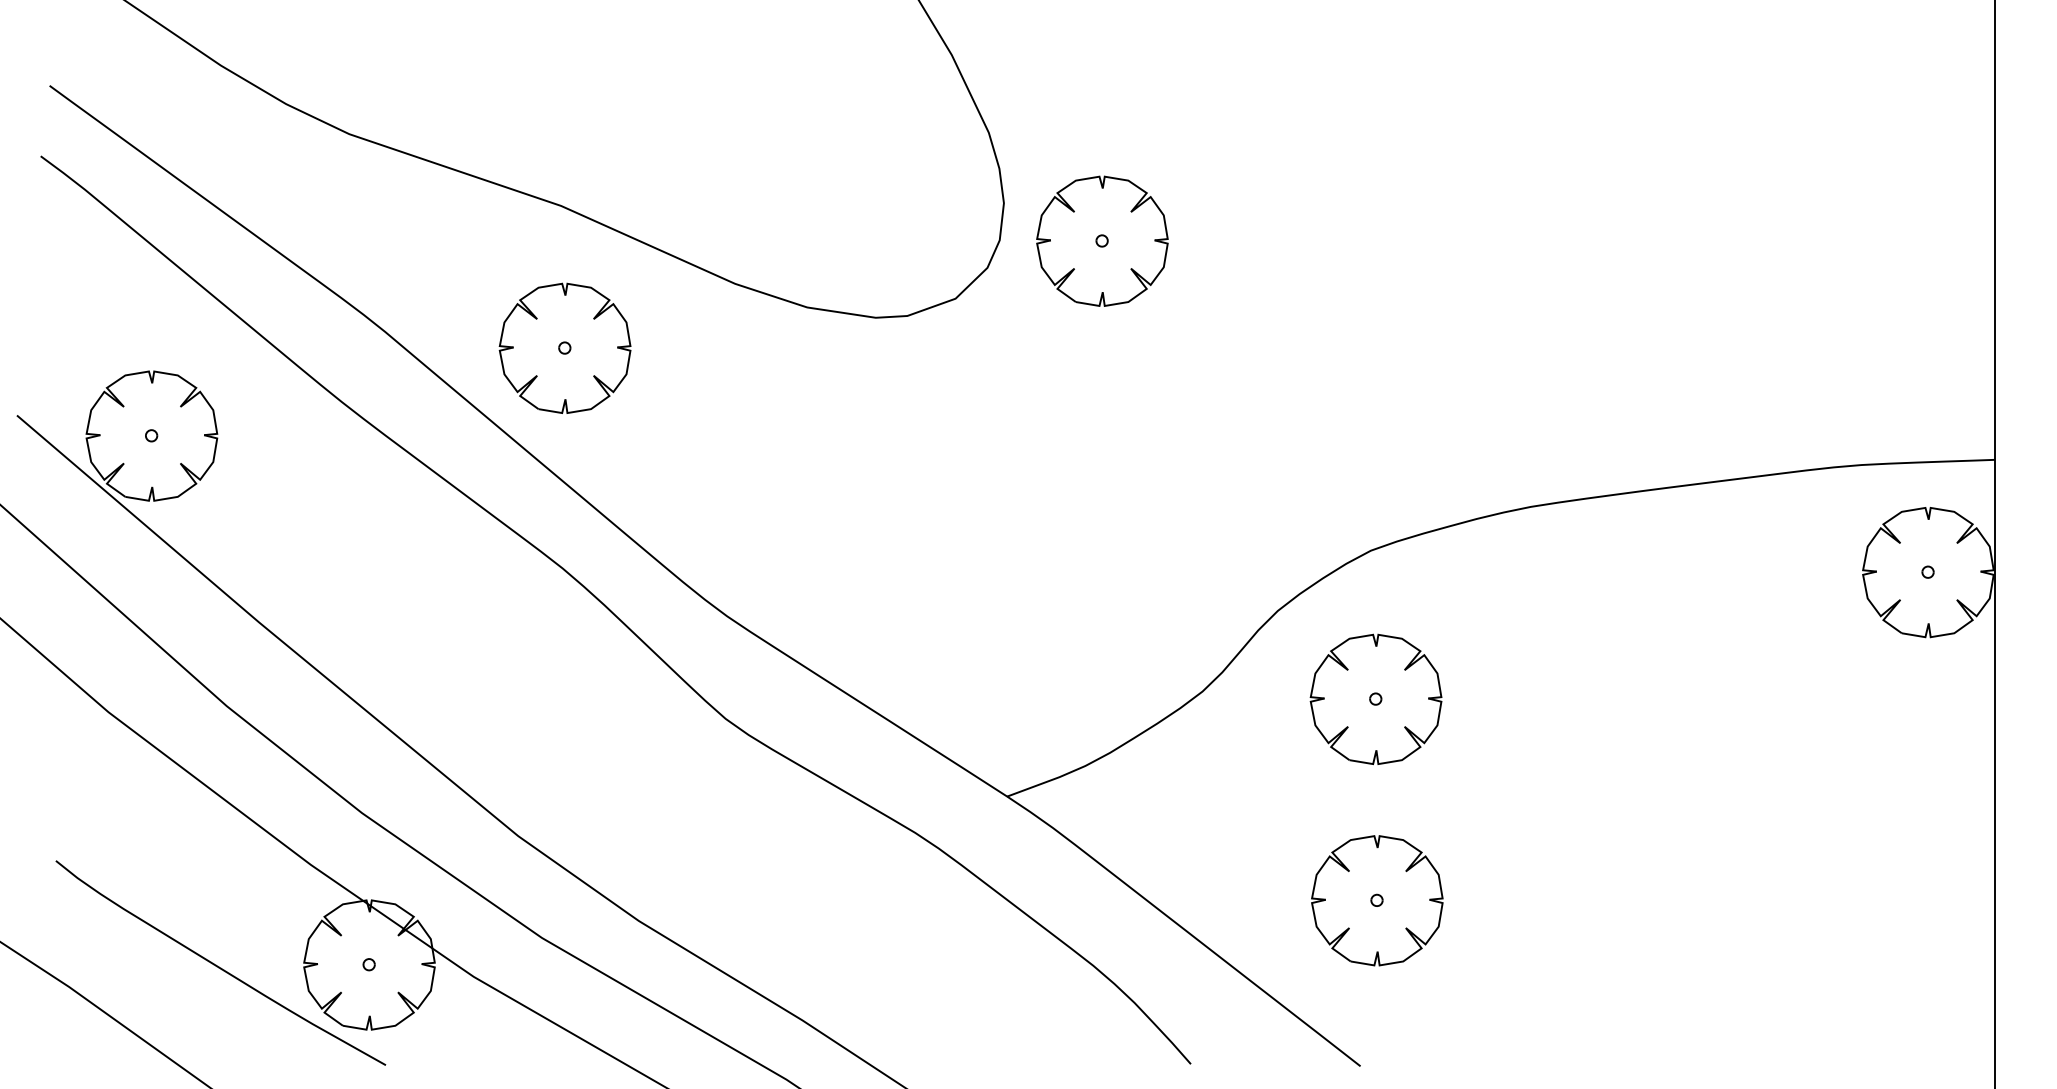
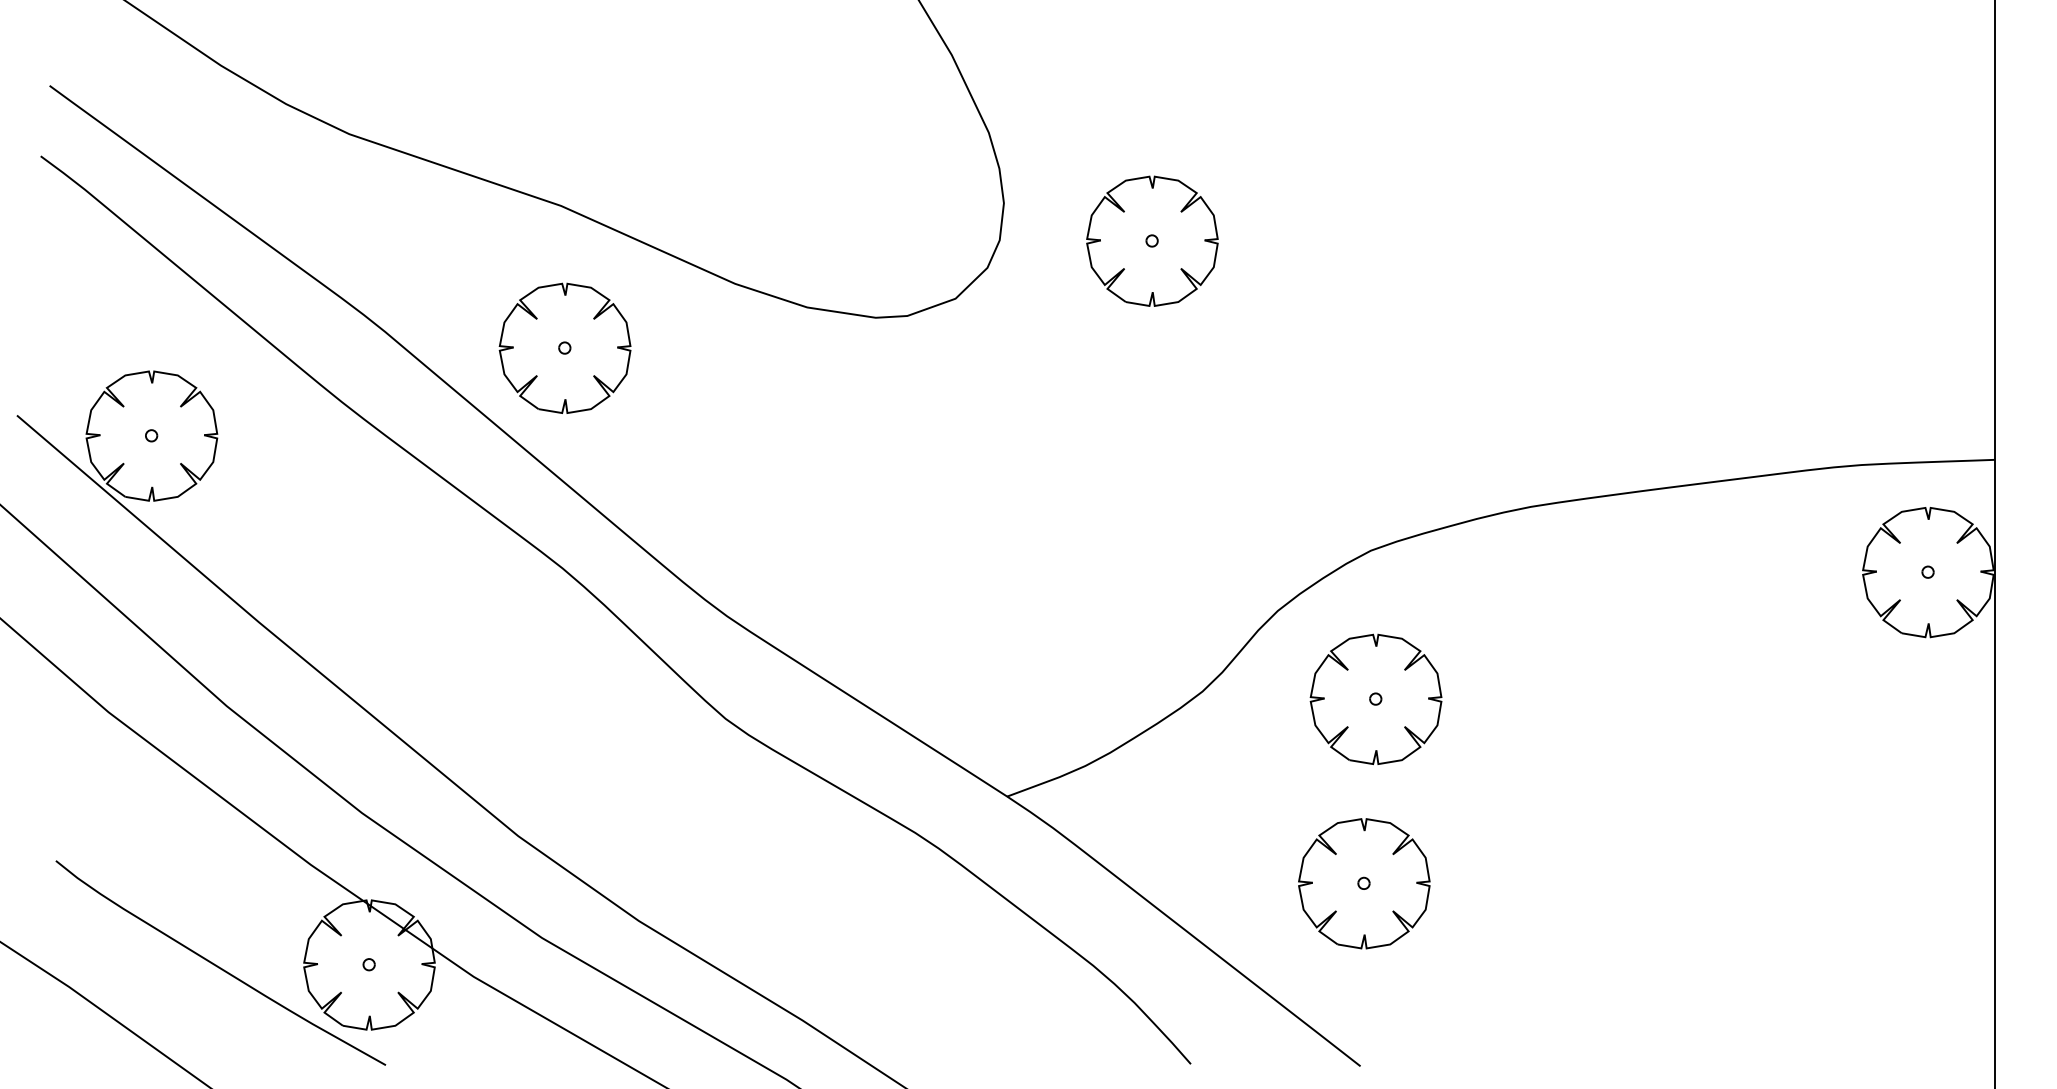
part at (1102, 240) position: (1102, 240) -> (1152, 240)
part at (1377, 900) position: (1377, 900) -> (1364, 883)
